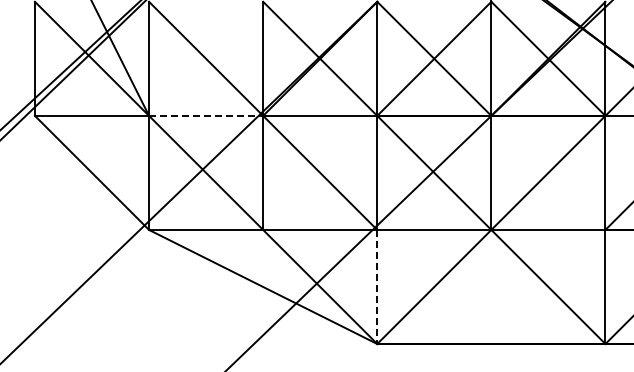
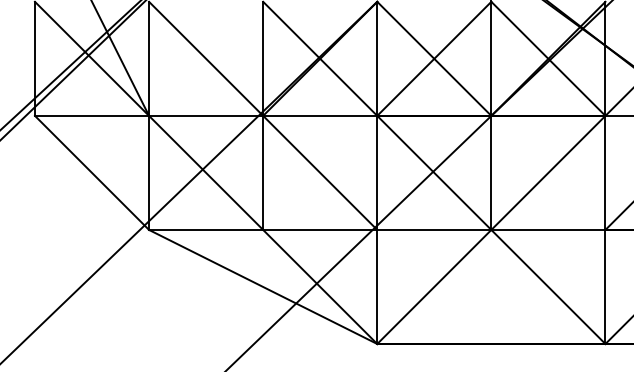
line at (206, 115): dashed -> solid
line at (377, 287): dashed -> solid
